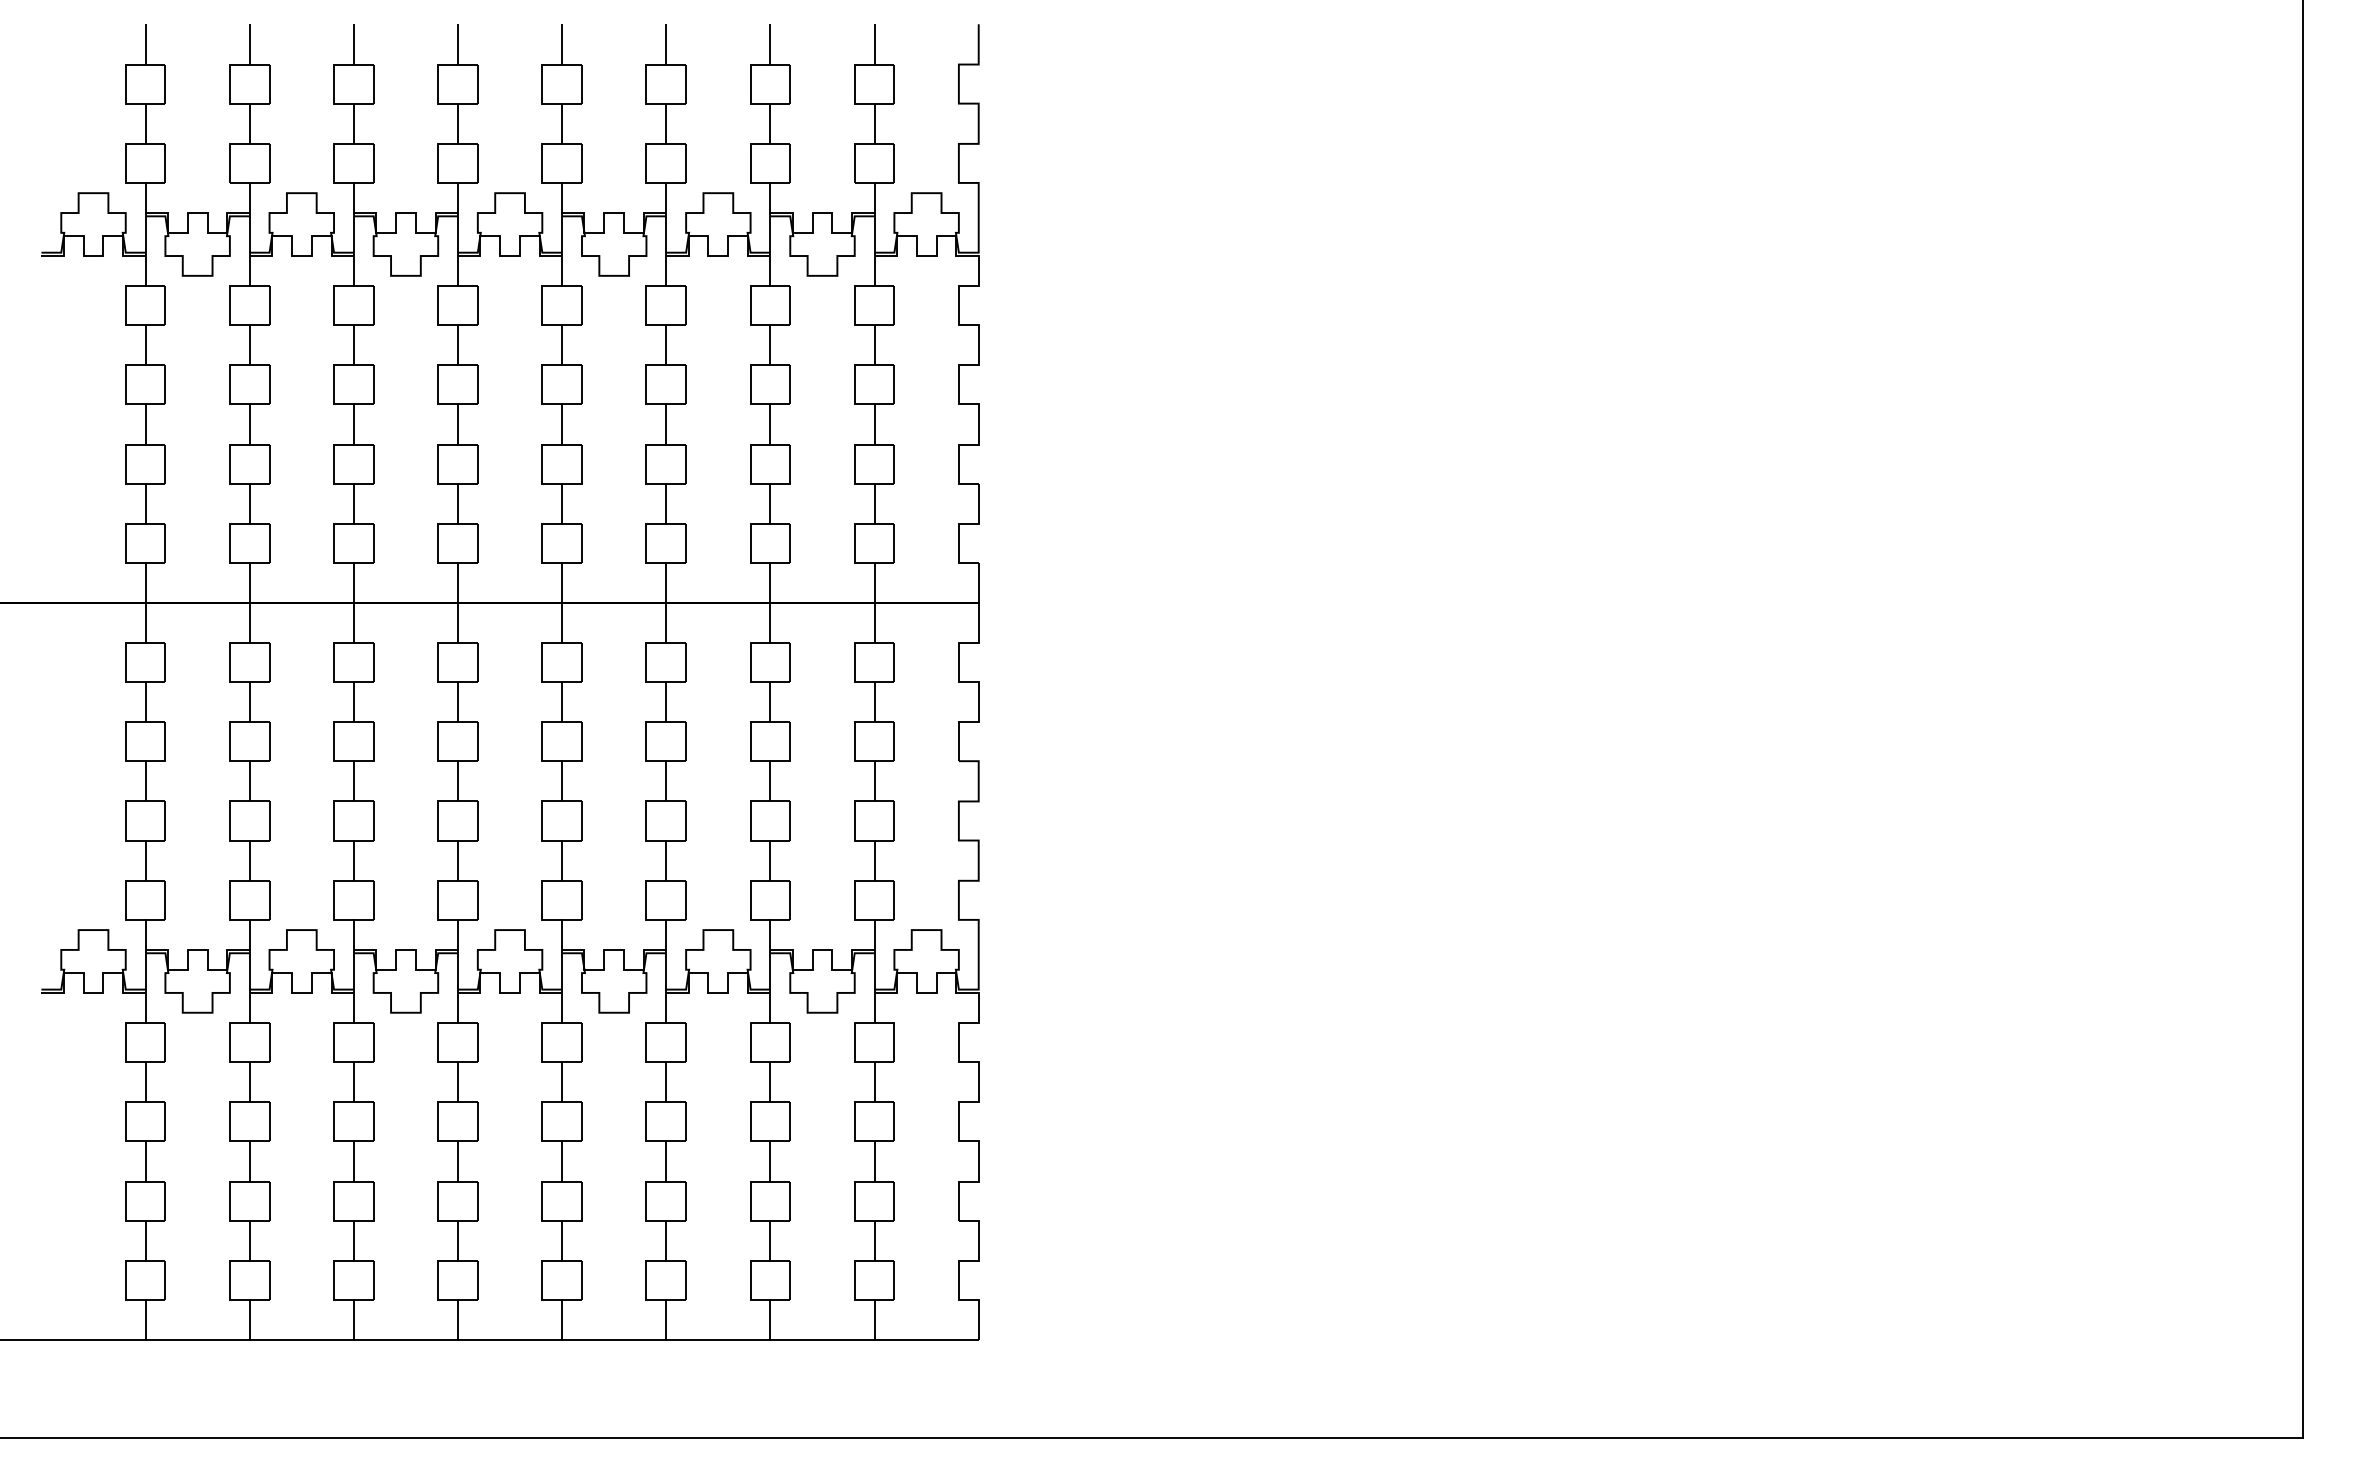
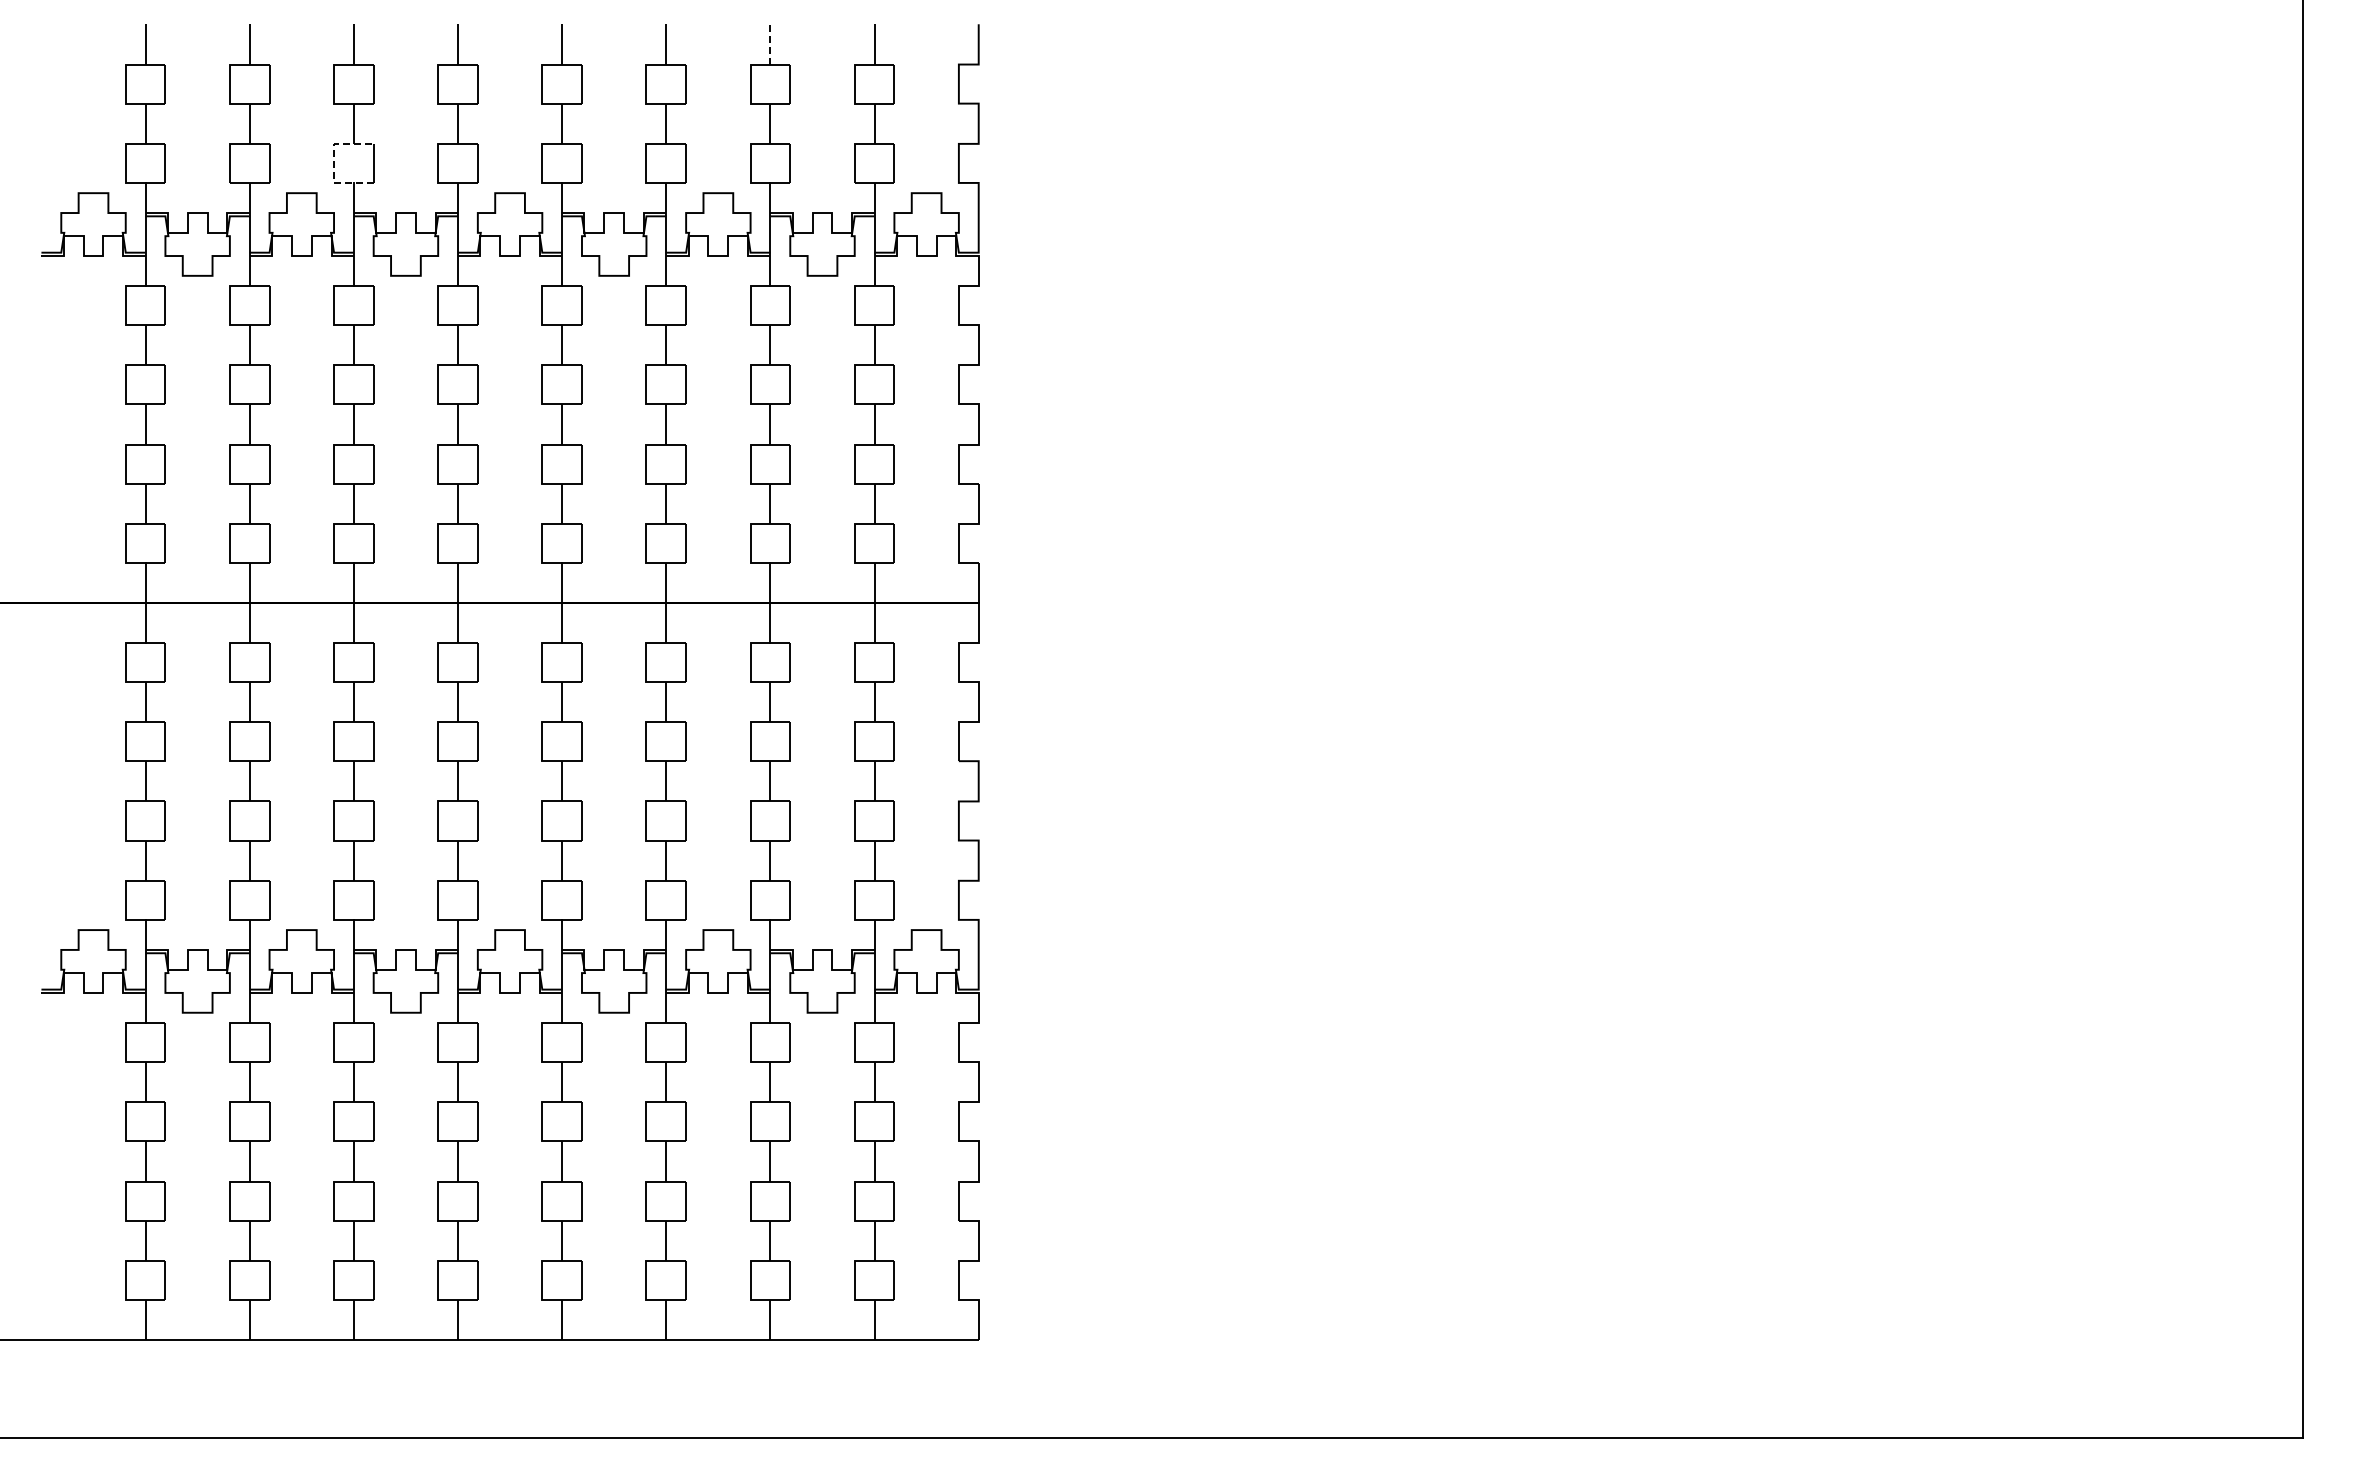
line at (770, 43): solid -> dashed
line at (334, 163): solid -> dashed
